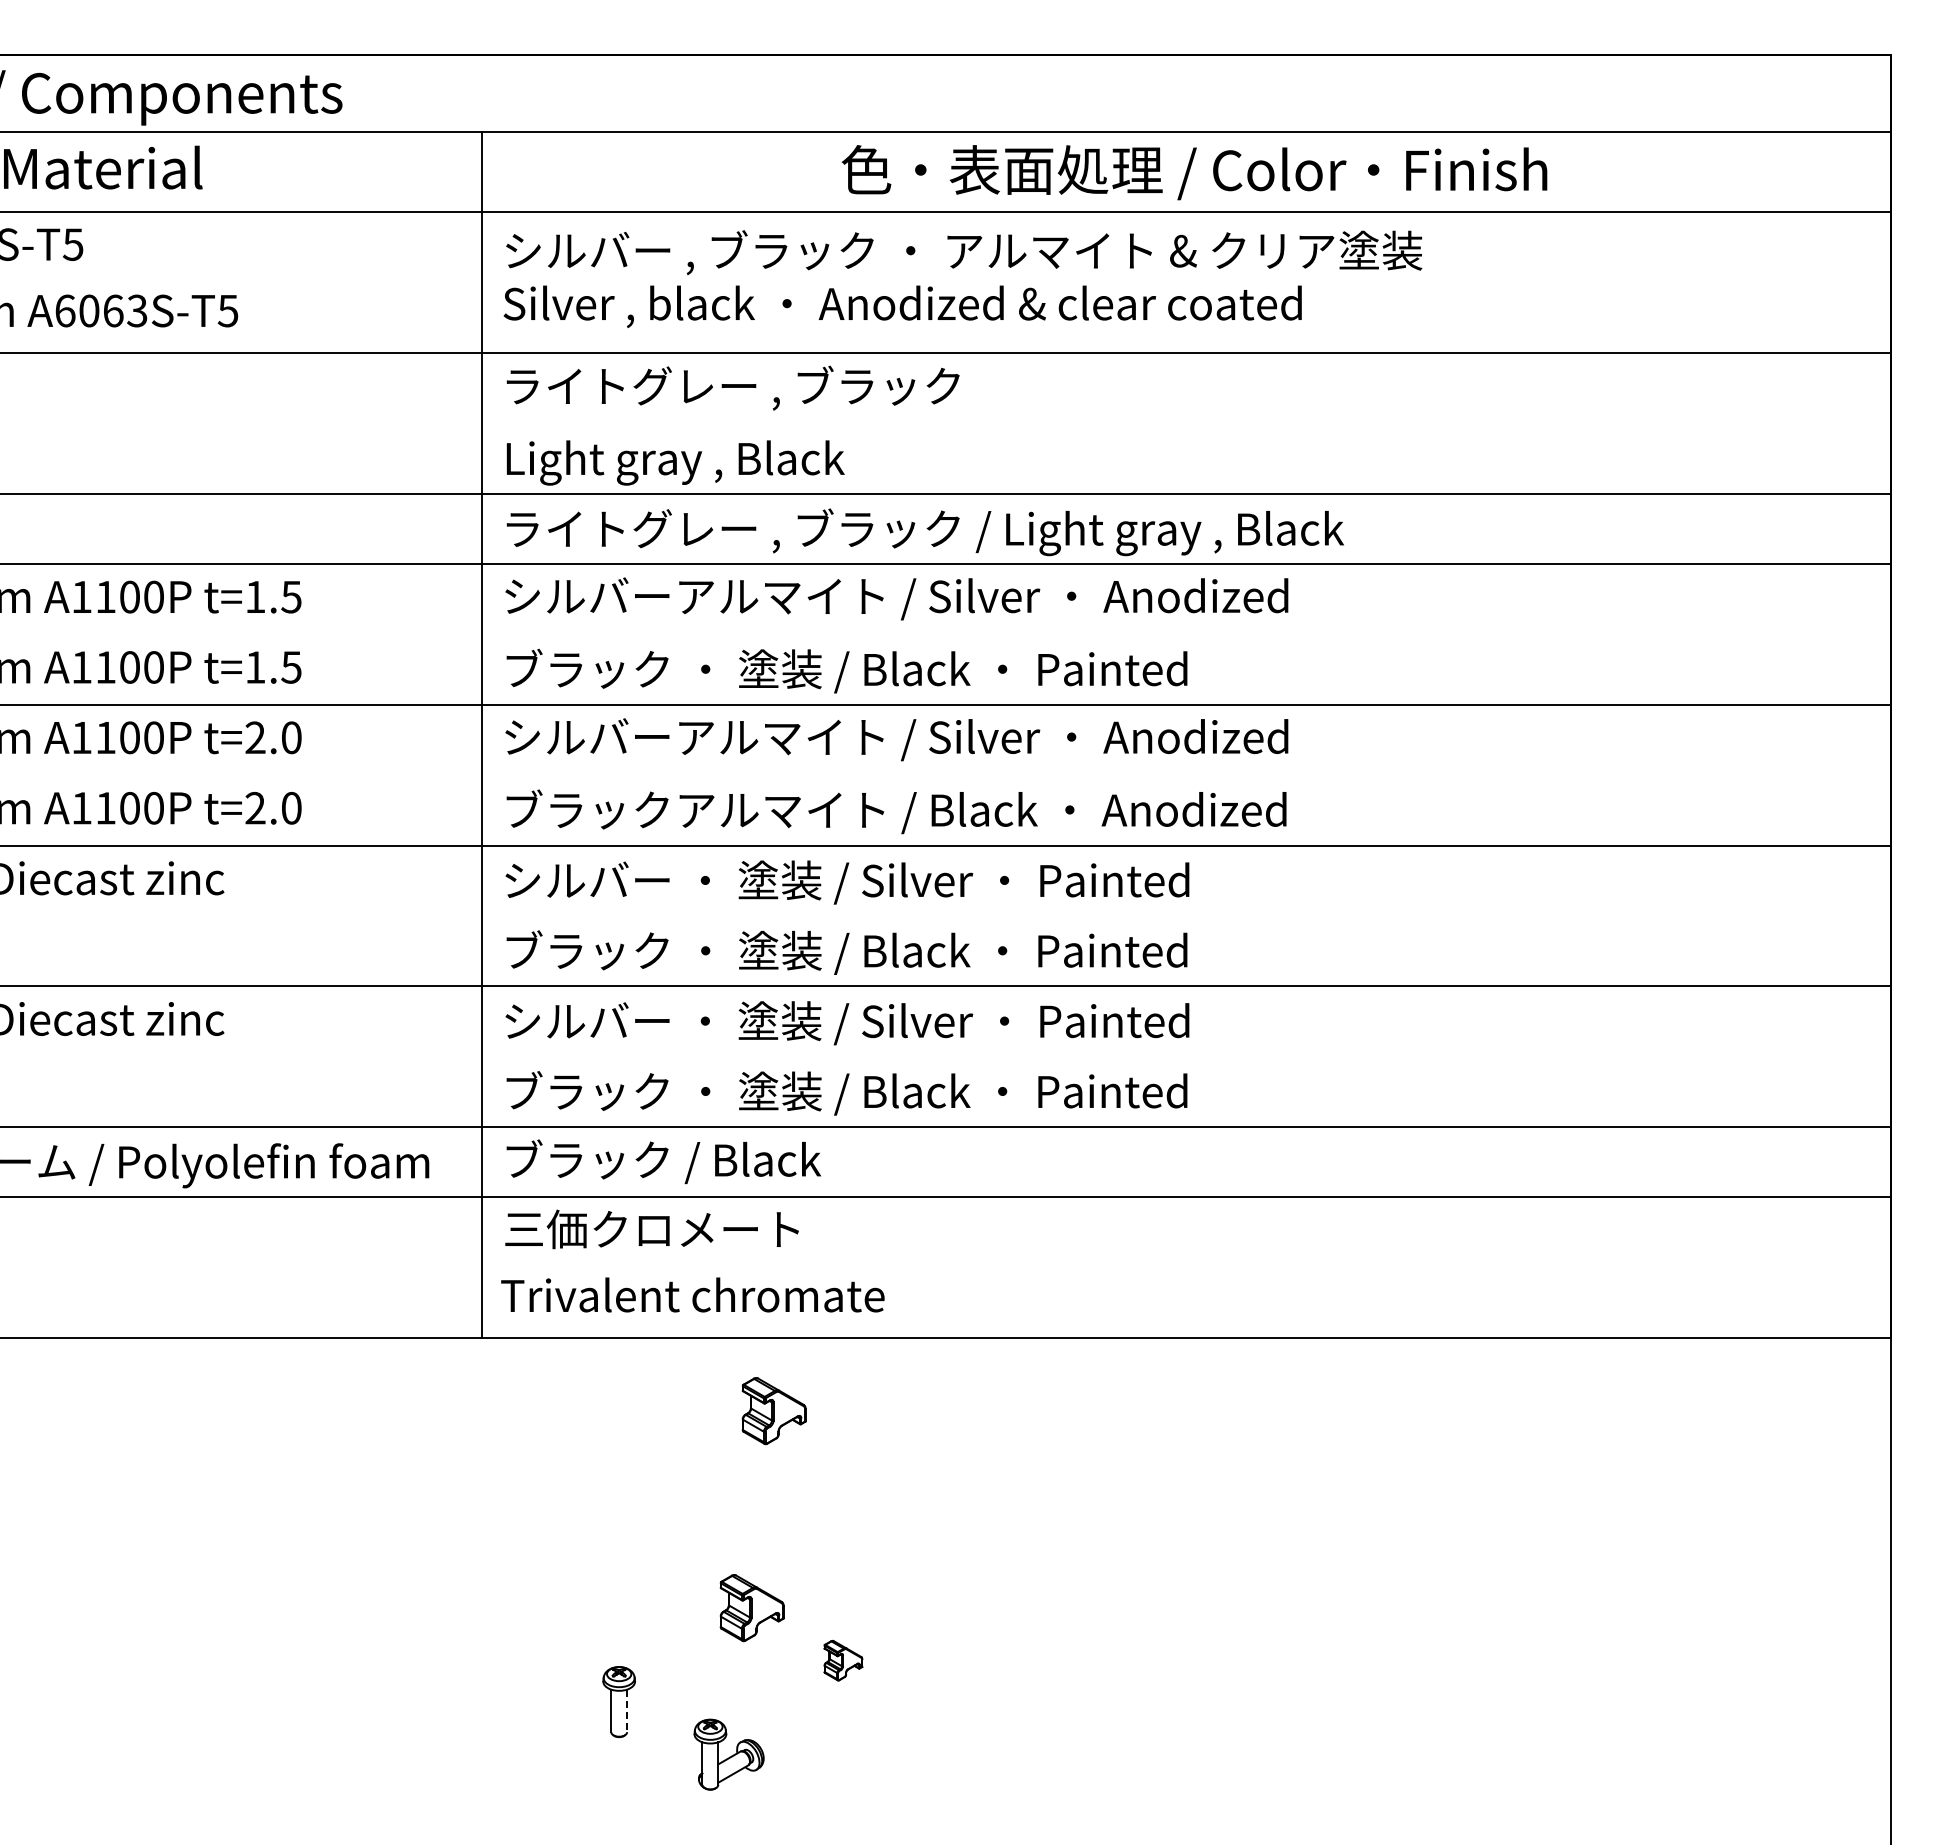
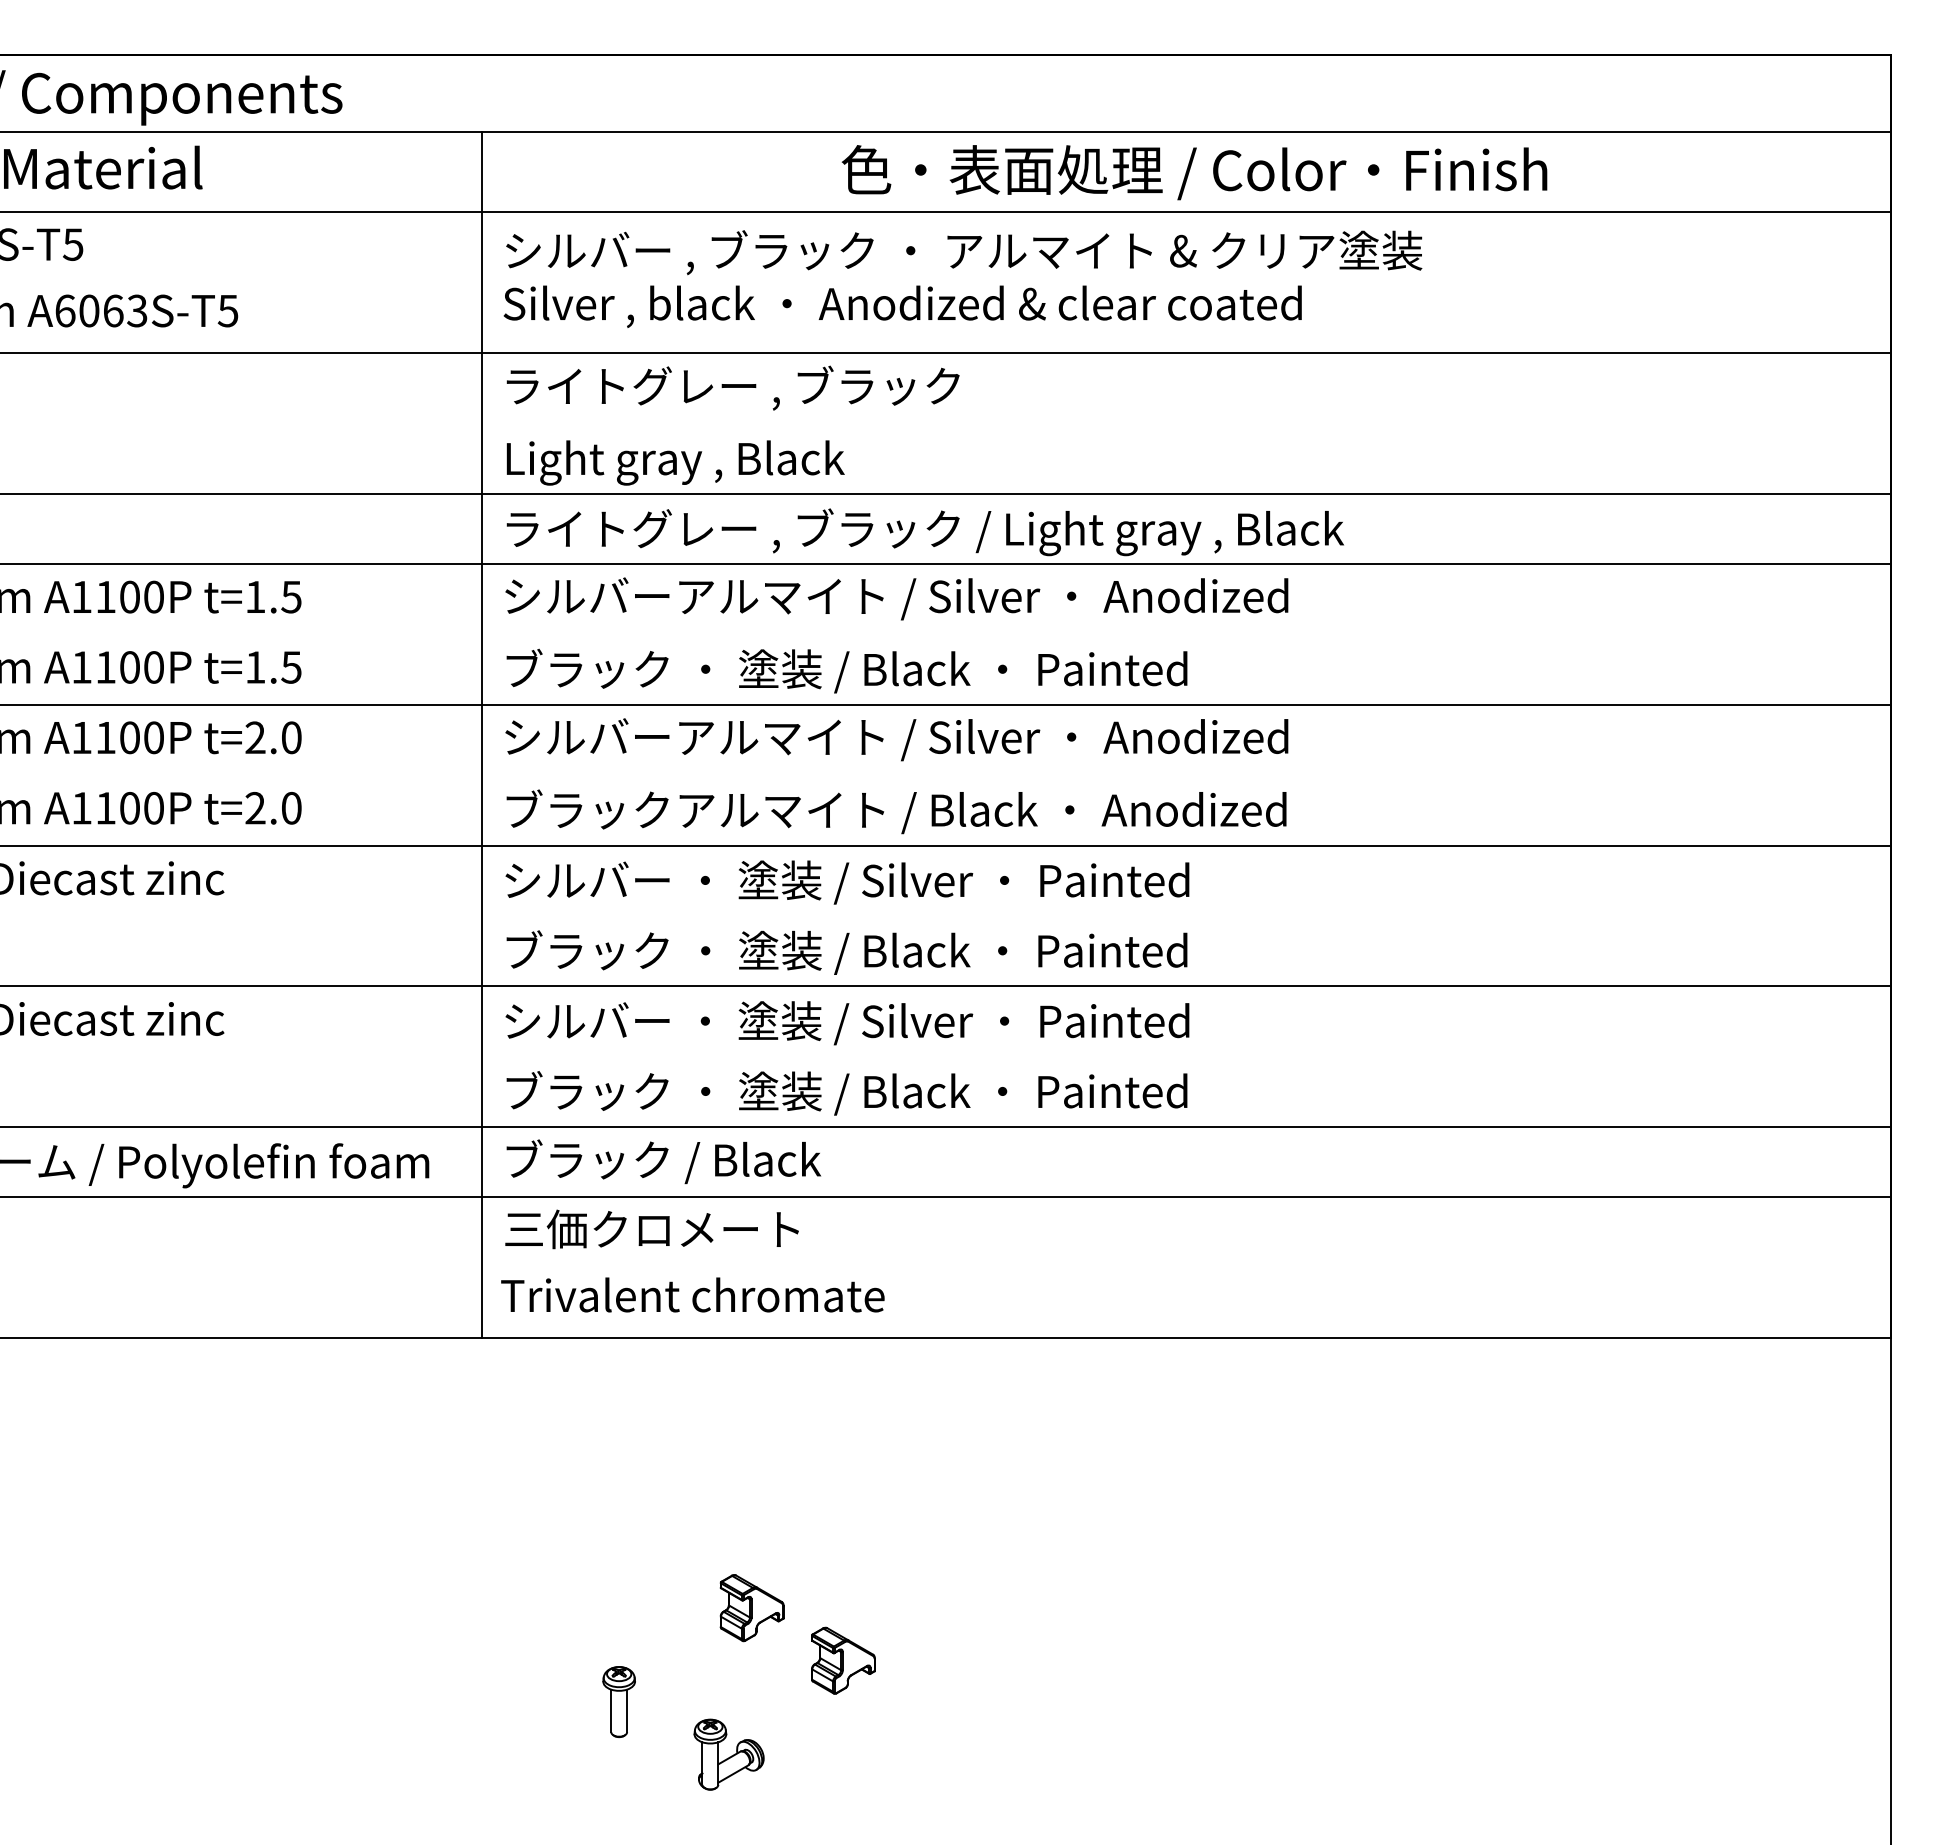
part at (773, 1411): present -> none
part at (843, 1660) size: 41x42 px -> 65x69 px
line at (627, 1711): dashed -> solid
